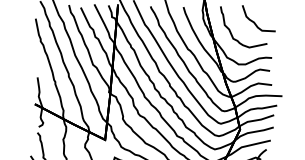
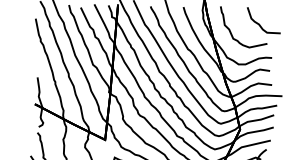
part at (258, 18) position: (258, 18) -> (263, 20)
